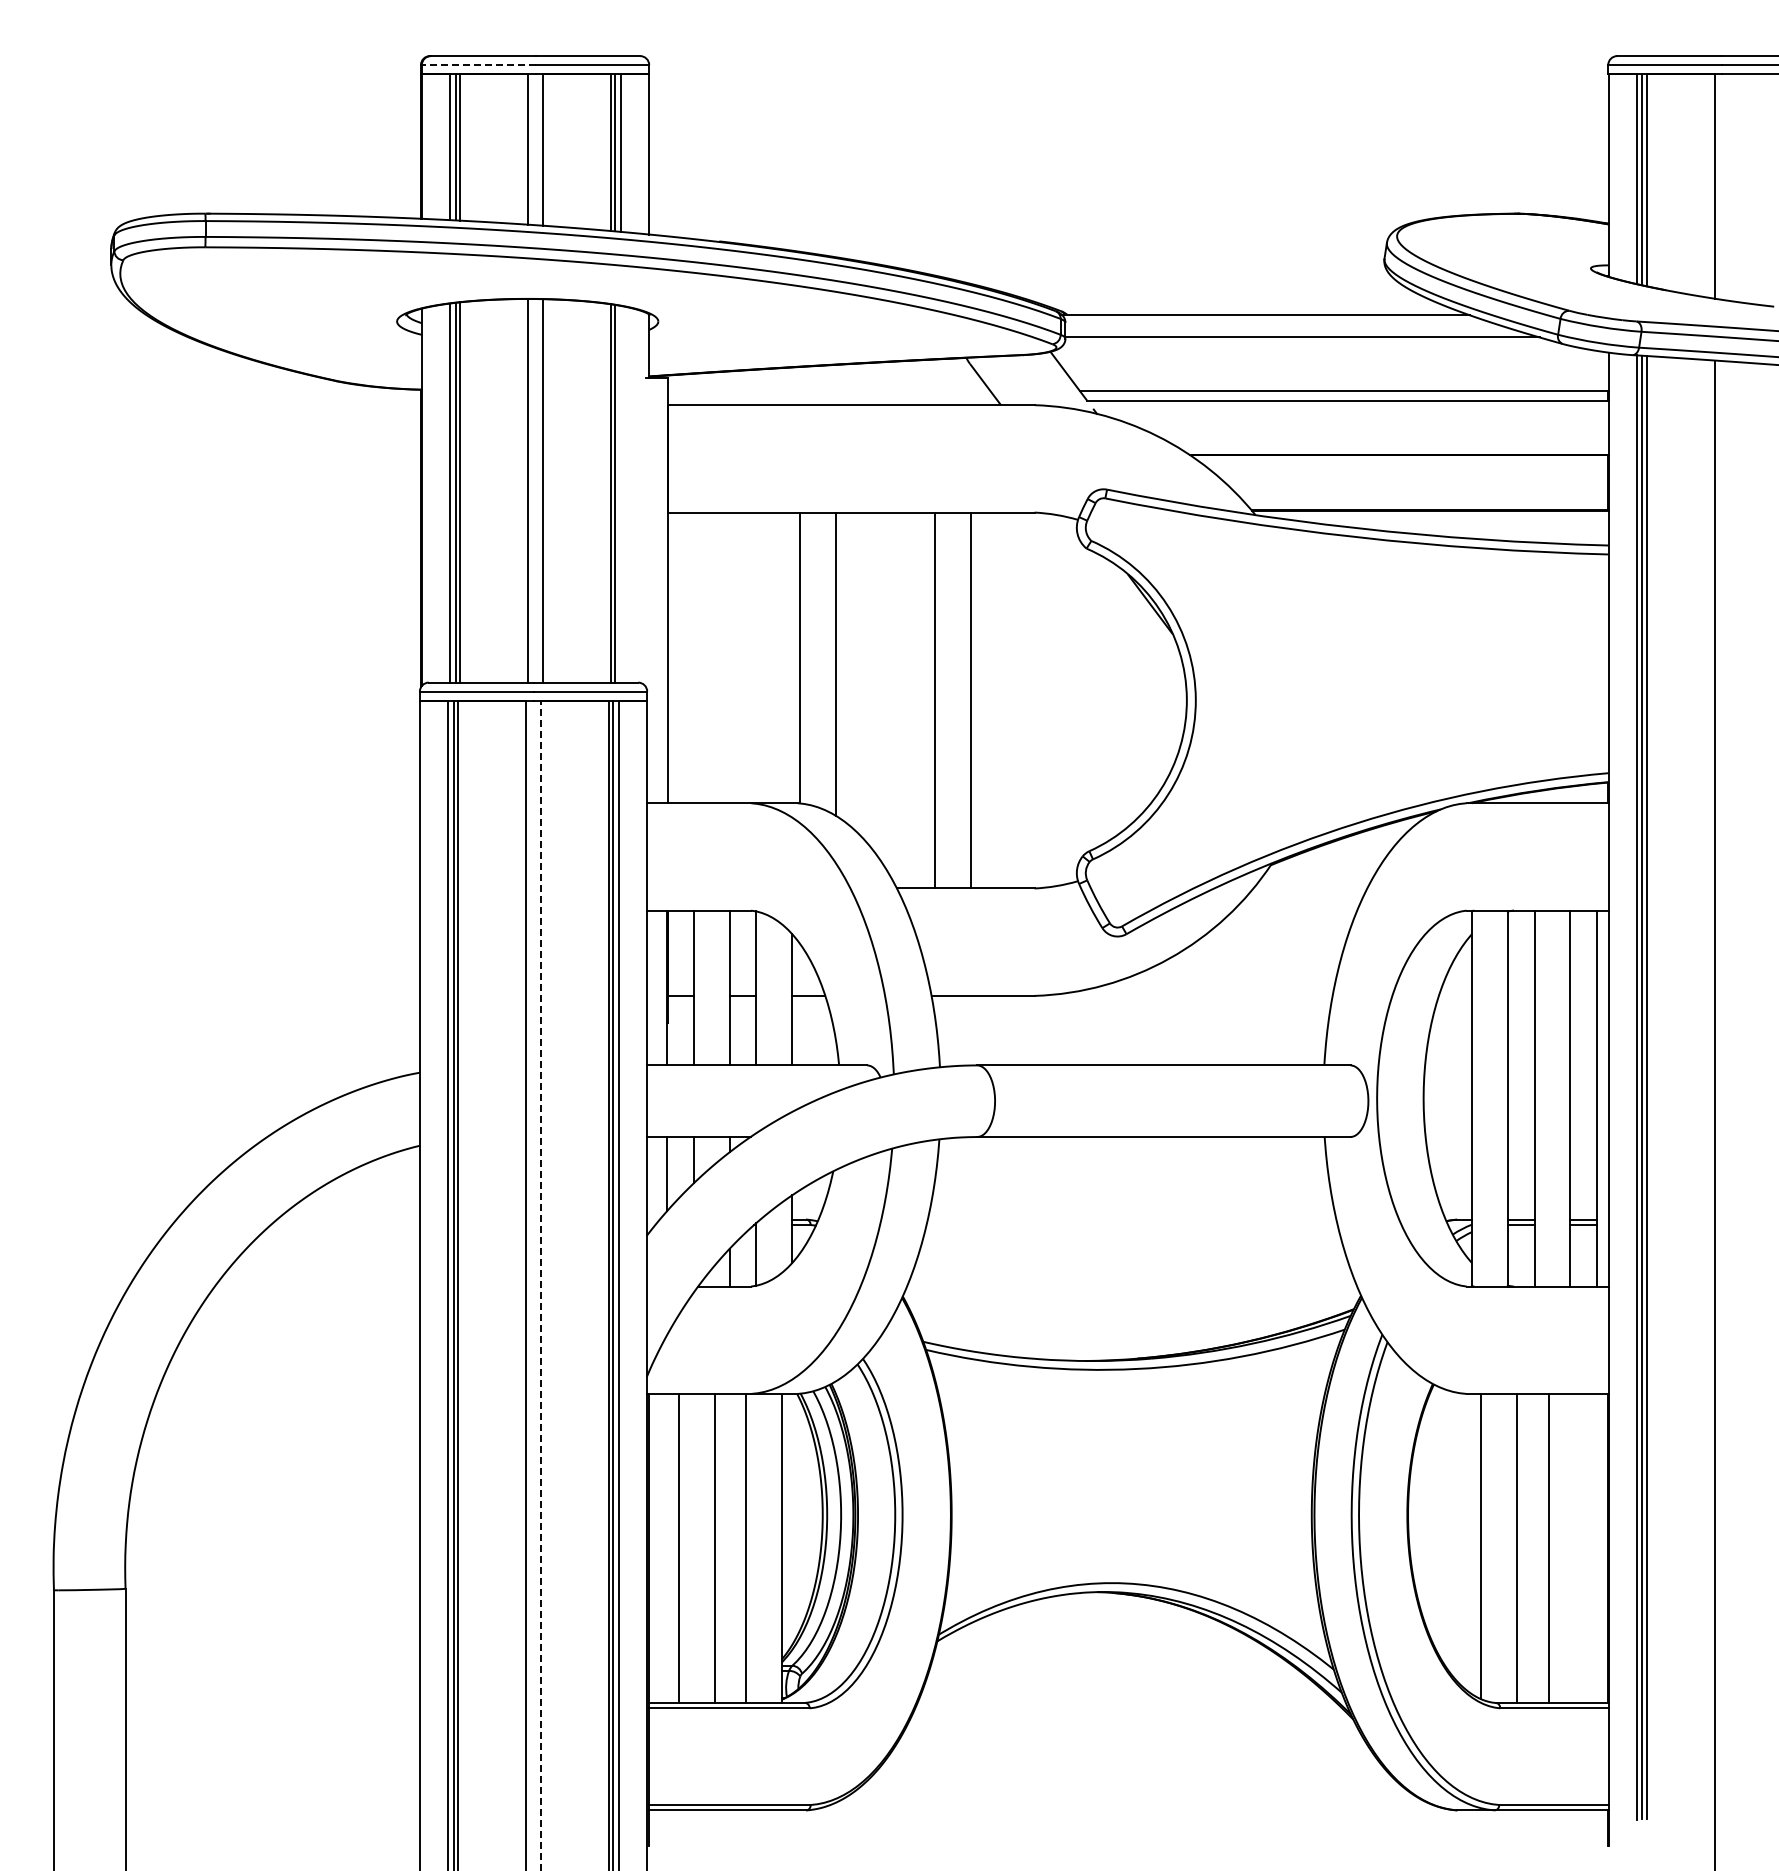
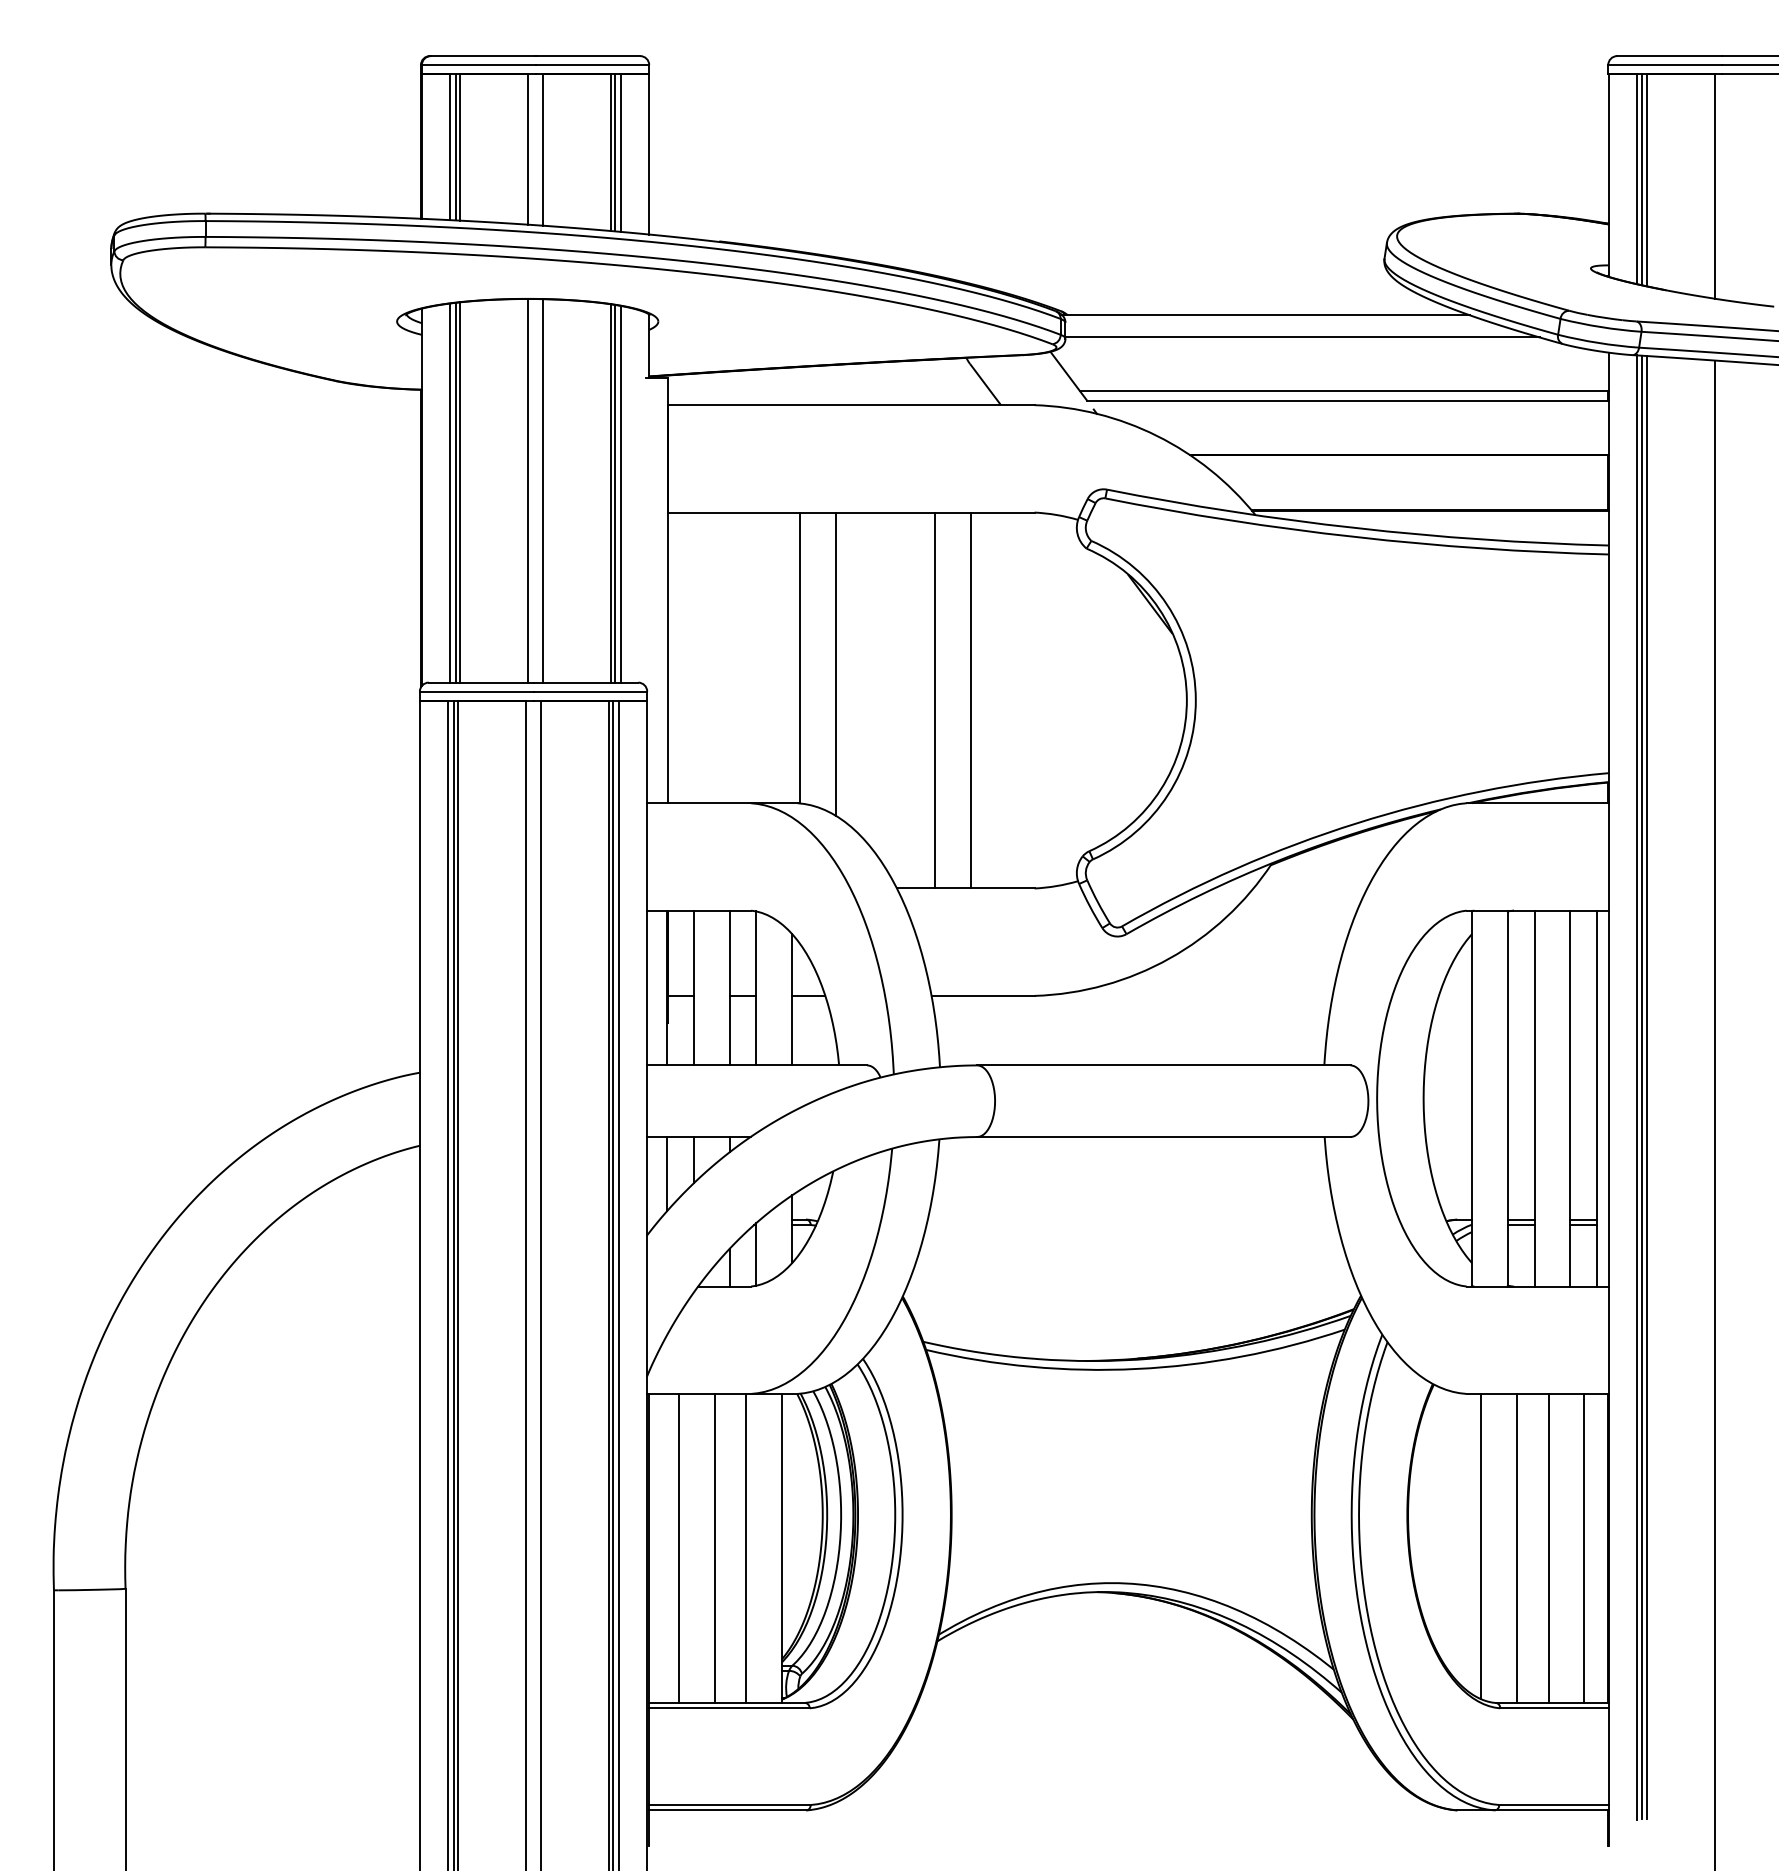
line at (478, 65): dashed -> solid
line at (620, 493): none -> present
line at (540, 1285): dashed -> solid
line at (1584, 1547): none -> present
